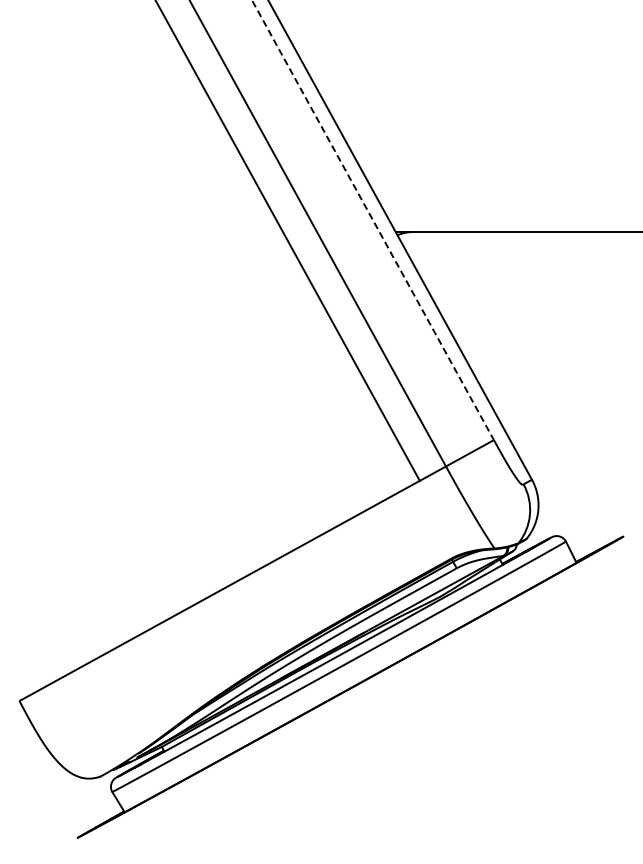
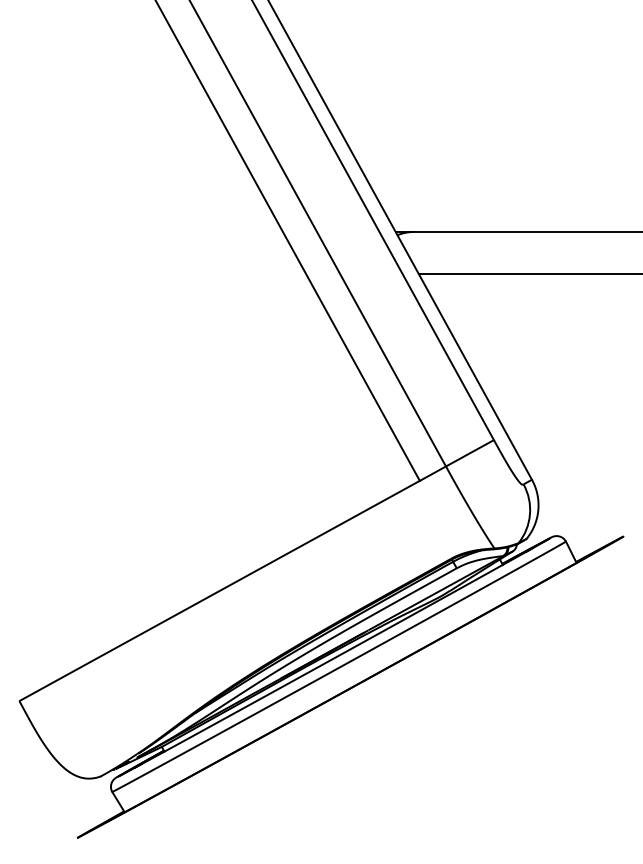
line at (373, 220): dashed -> solid
line at (529, 274): none -> present
